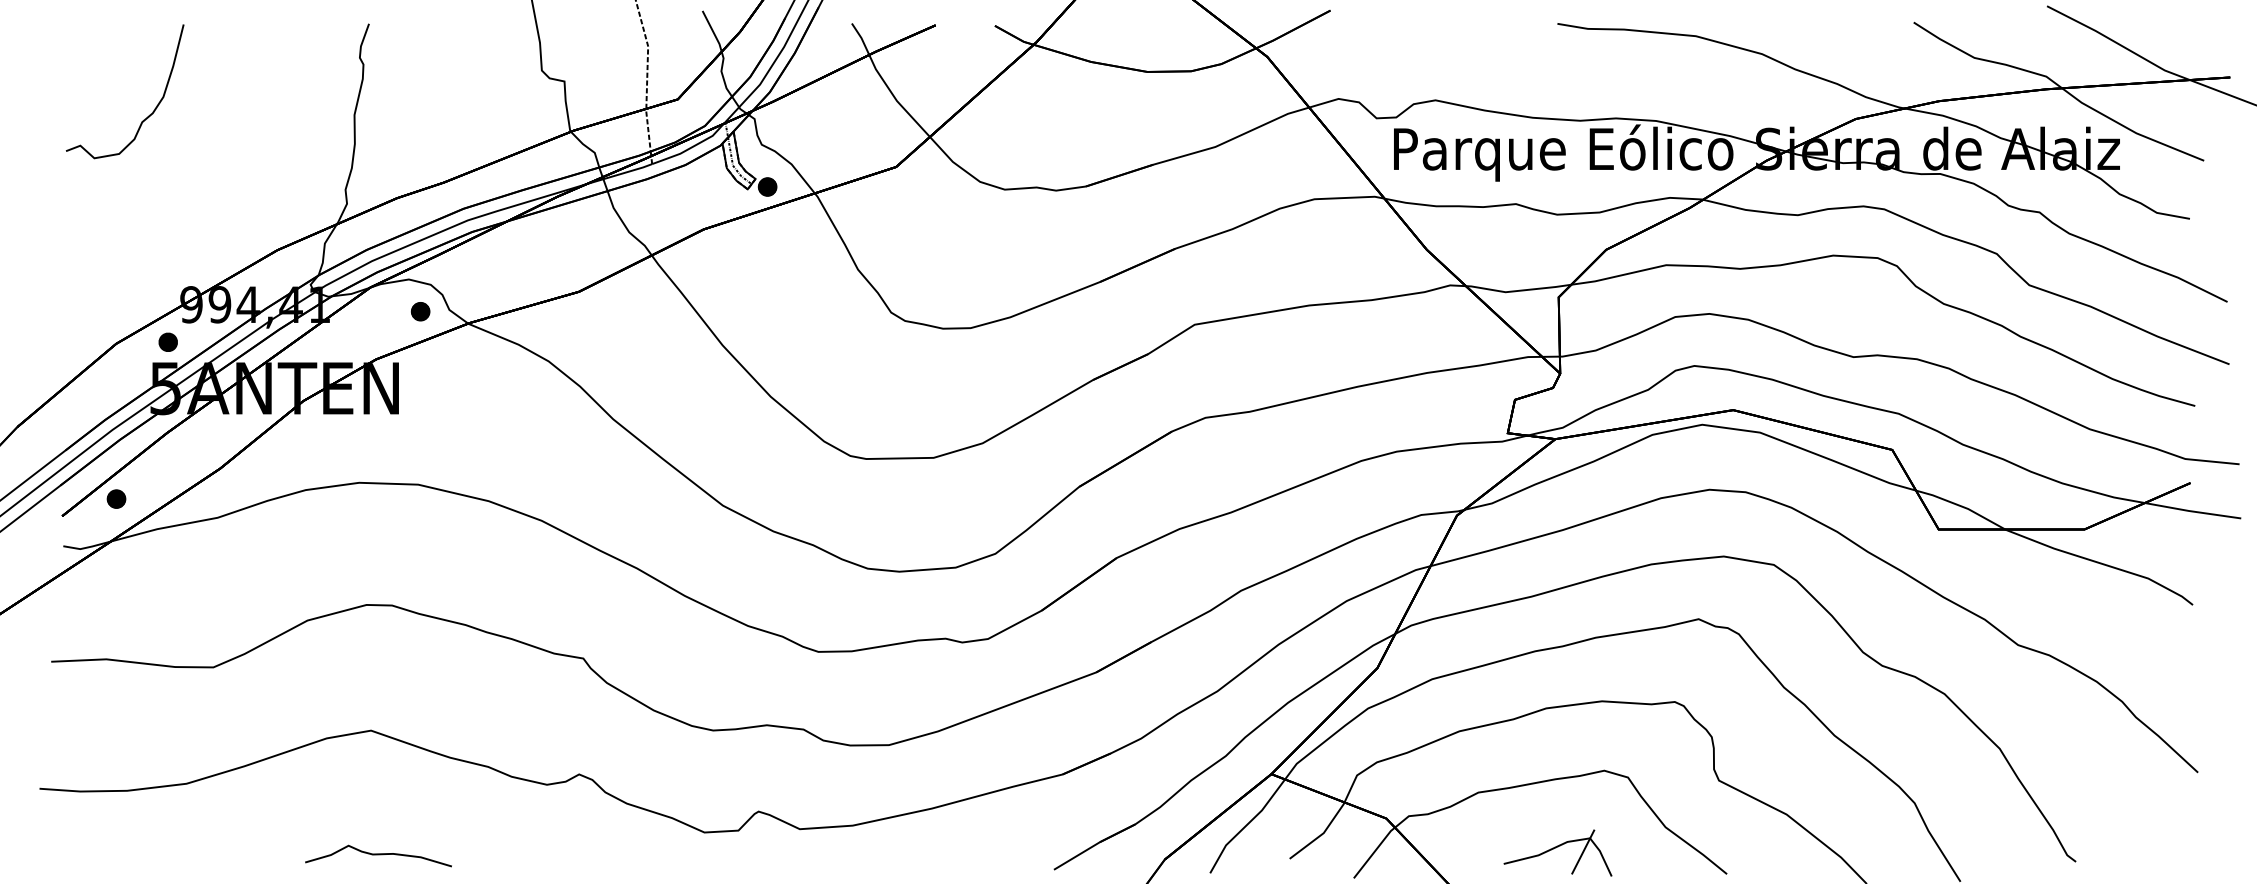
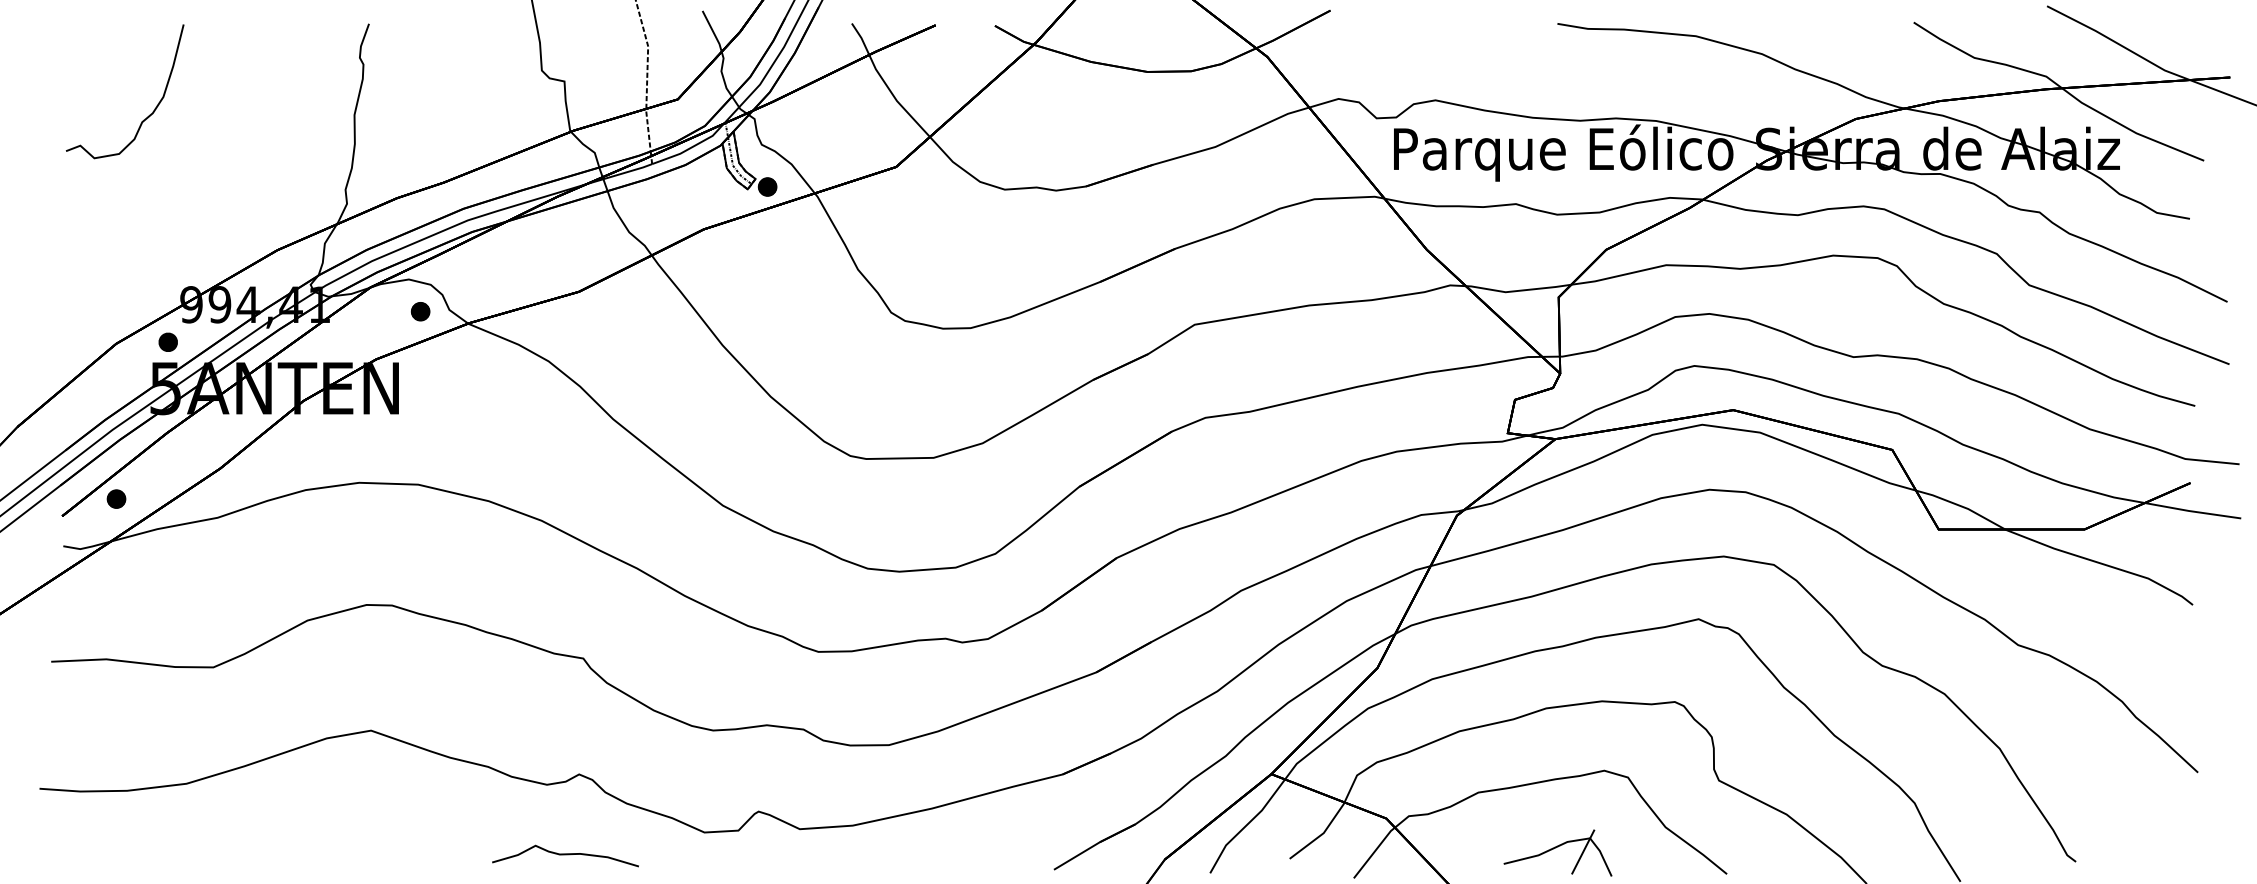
curve at (378, 855) position: (378, 855) -> (565, 855)
